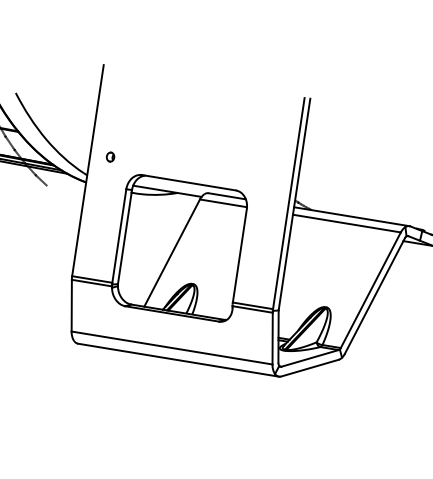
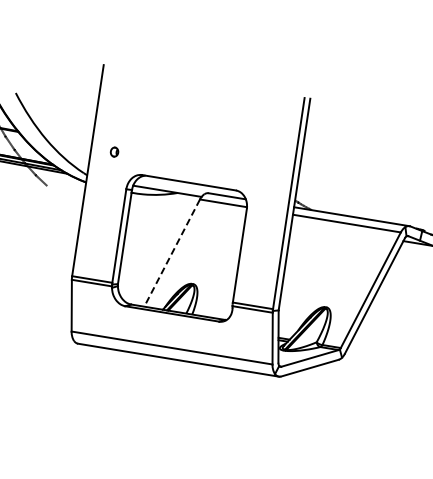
part at (110, 156) position: (110, 156) -> (114, 151)
line at (171, 253): solid -> dashed
